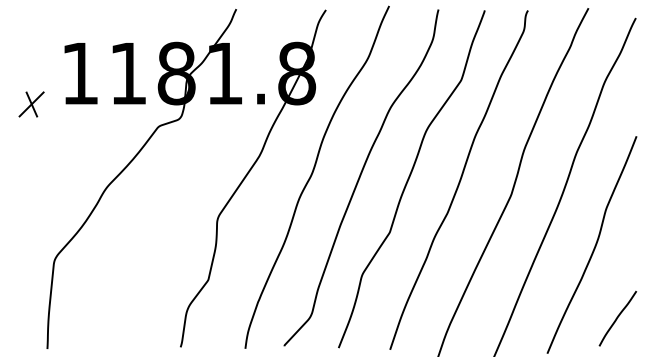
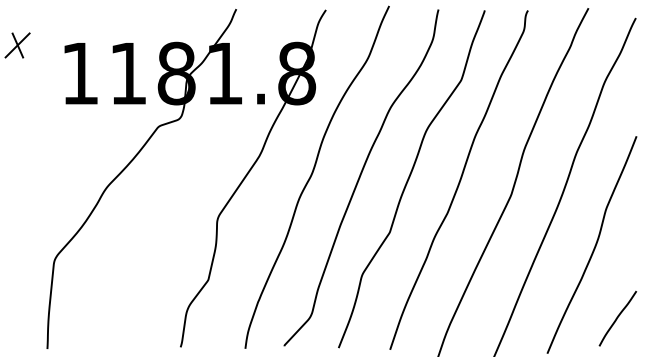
part at (31, 104) position: (31, 104) -> (17, 45)
